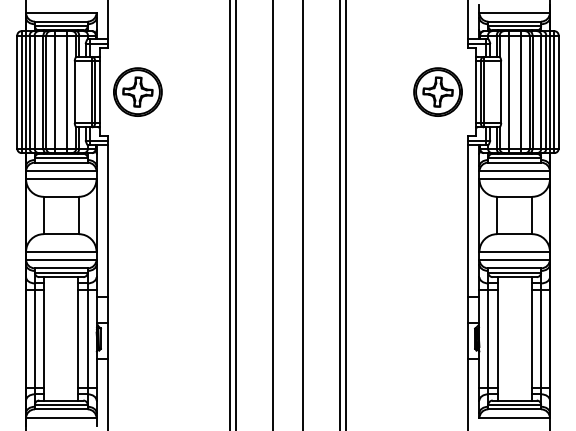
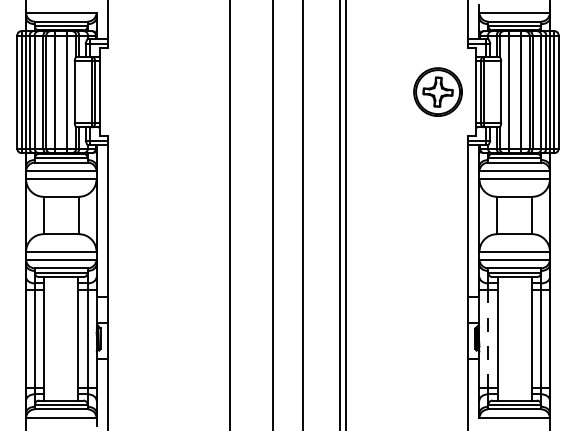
part at (137, 91): present -> none
line at (235, 214): present -> none
line at (488, 338): solid -> dashed
